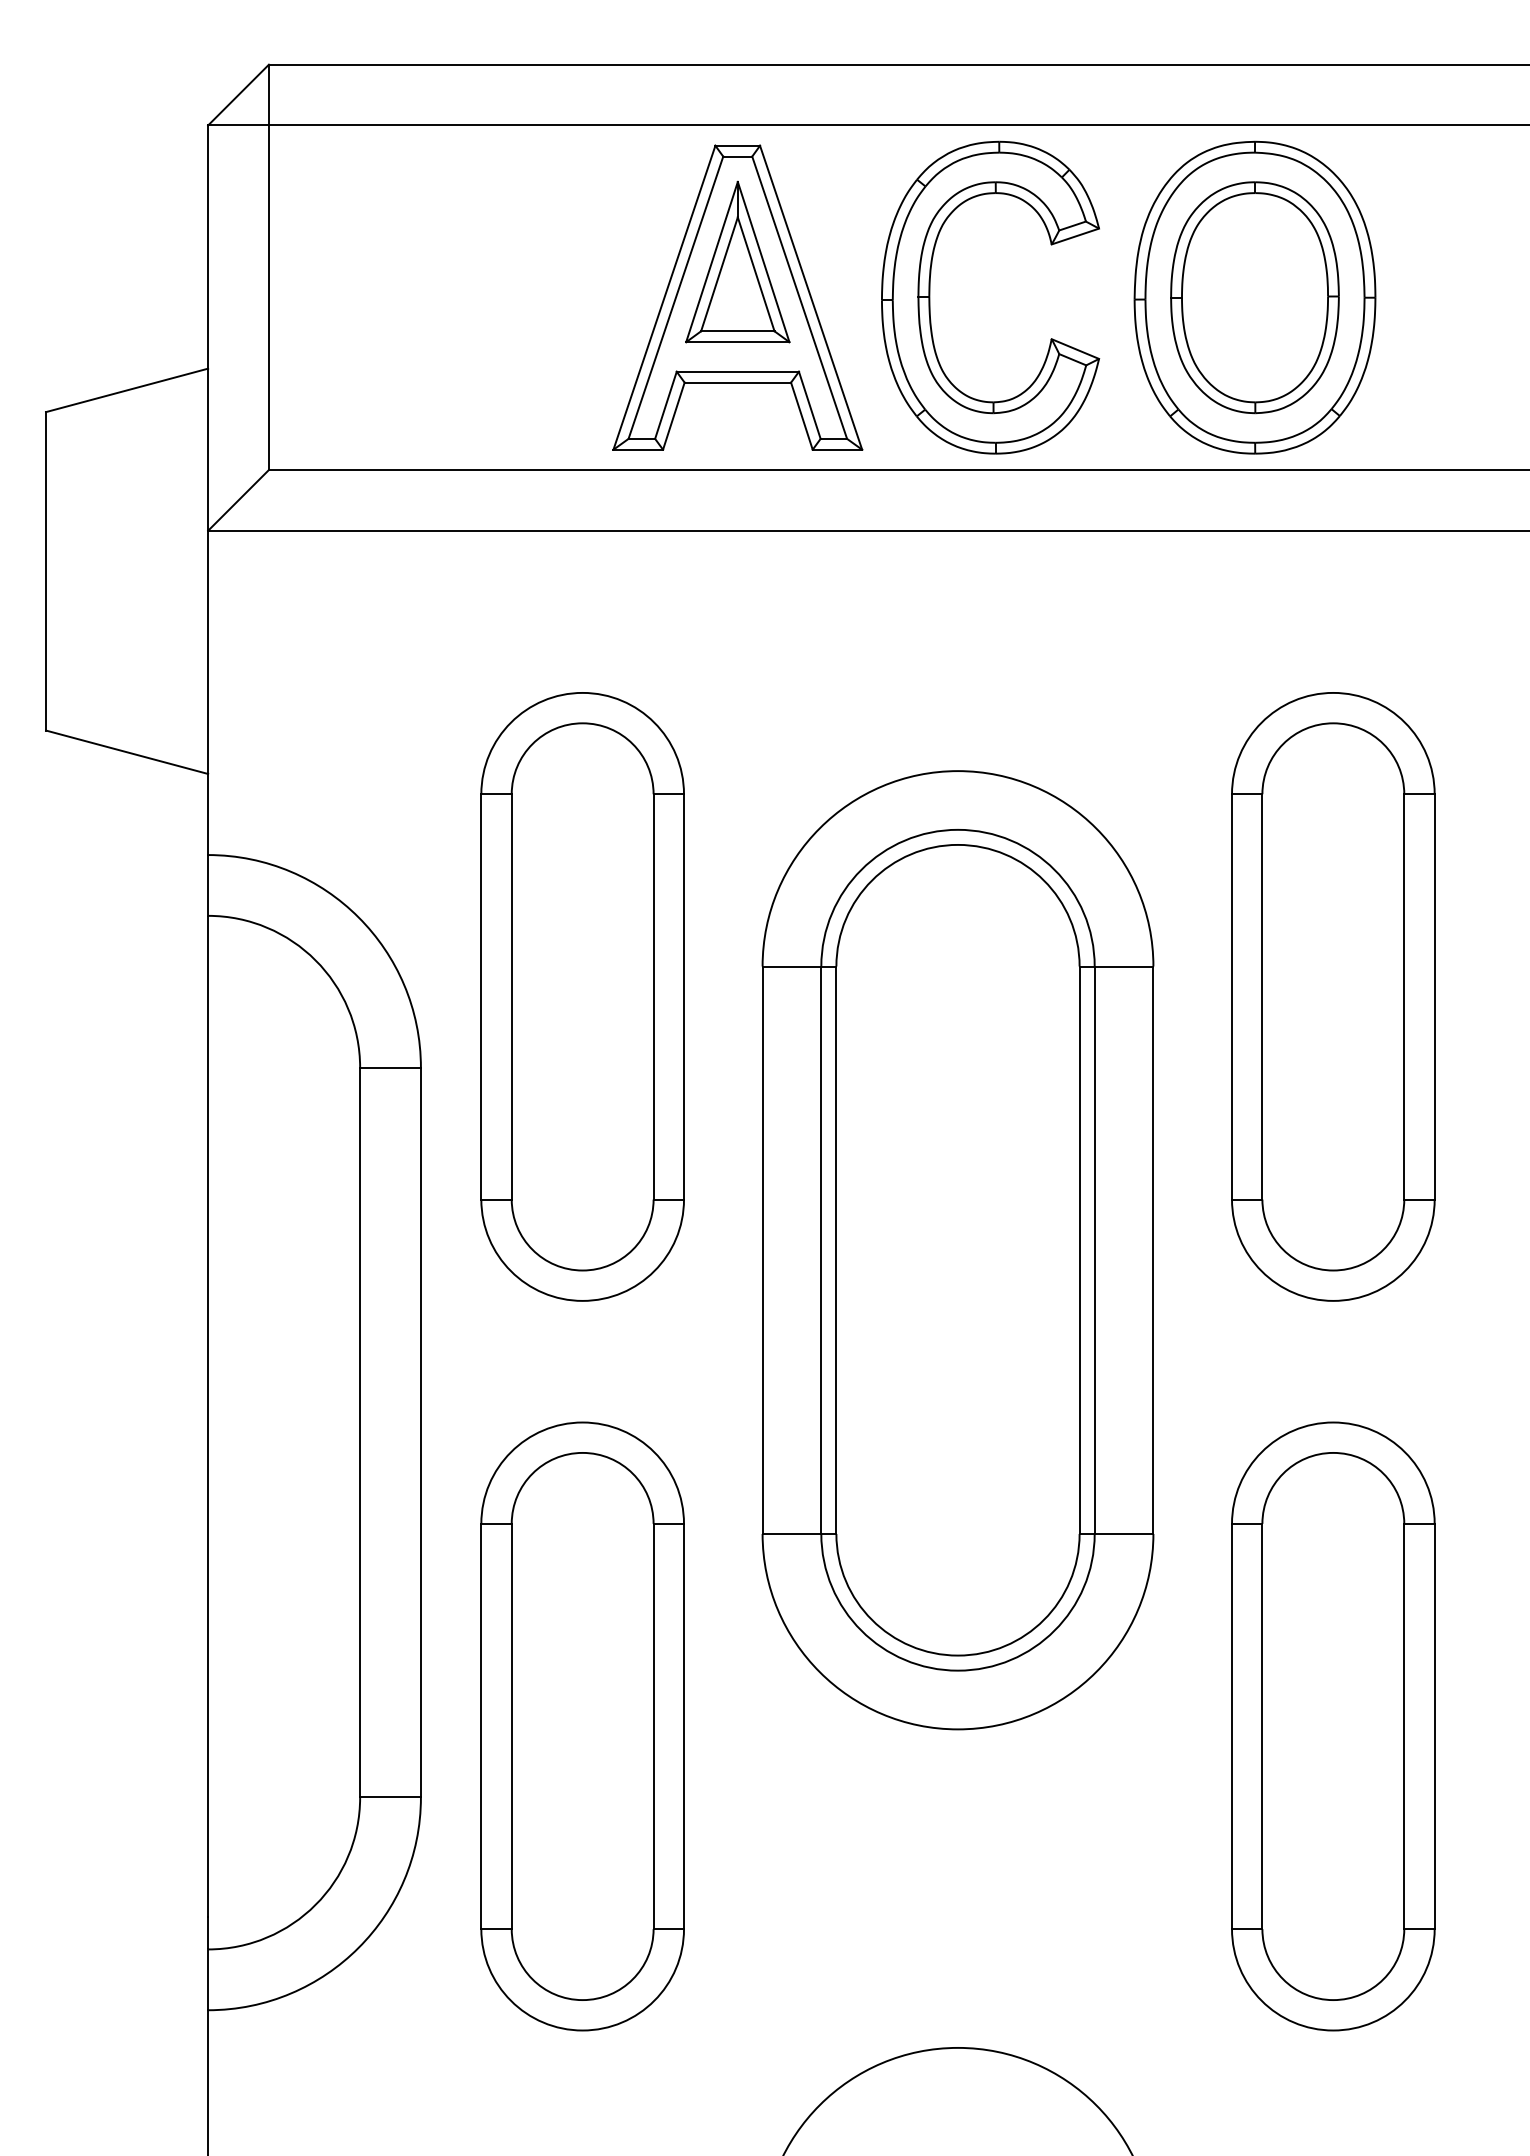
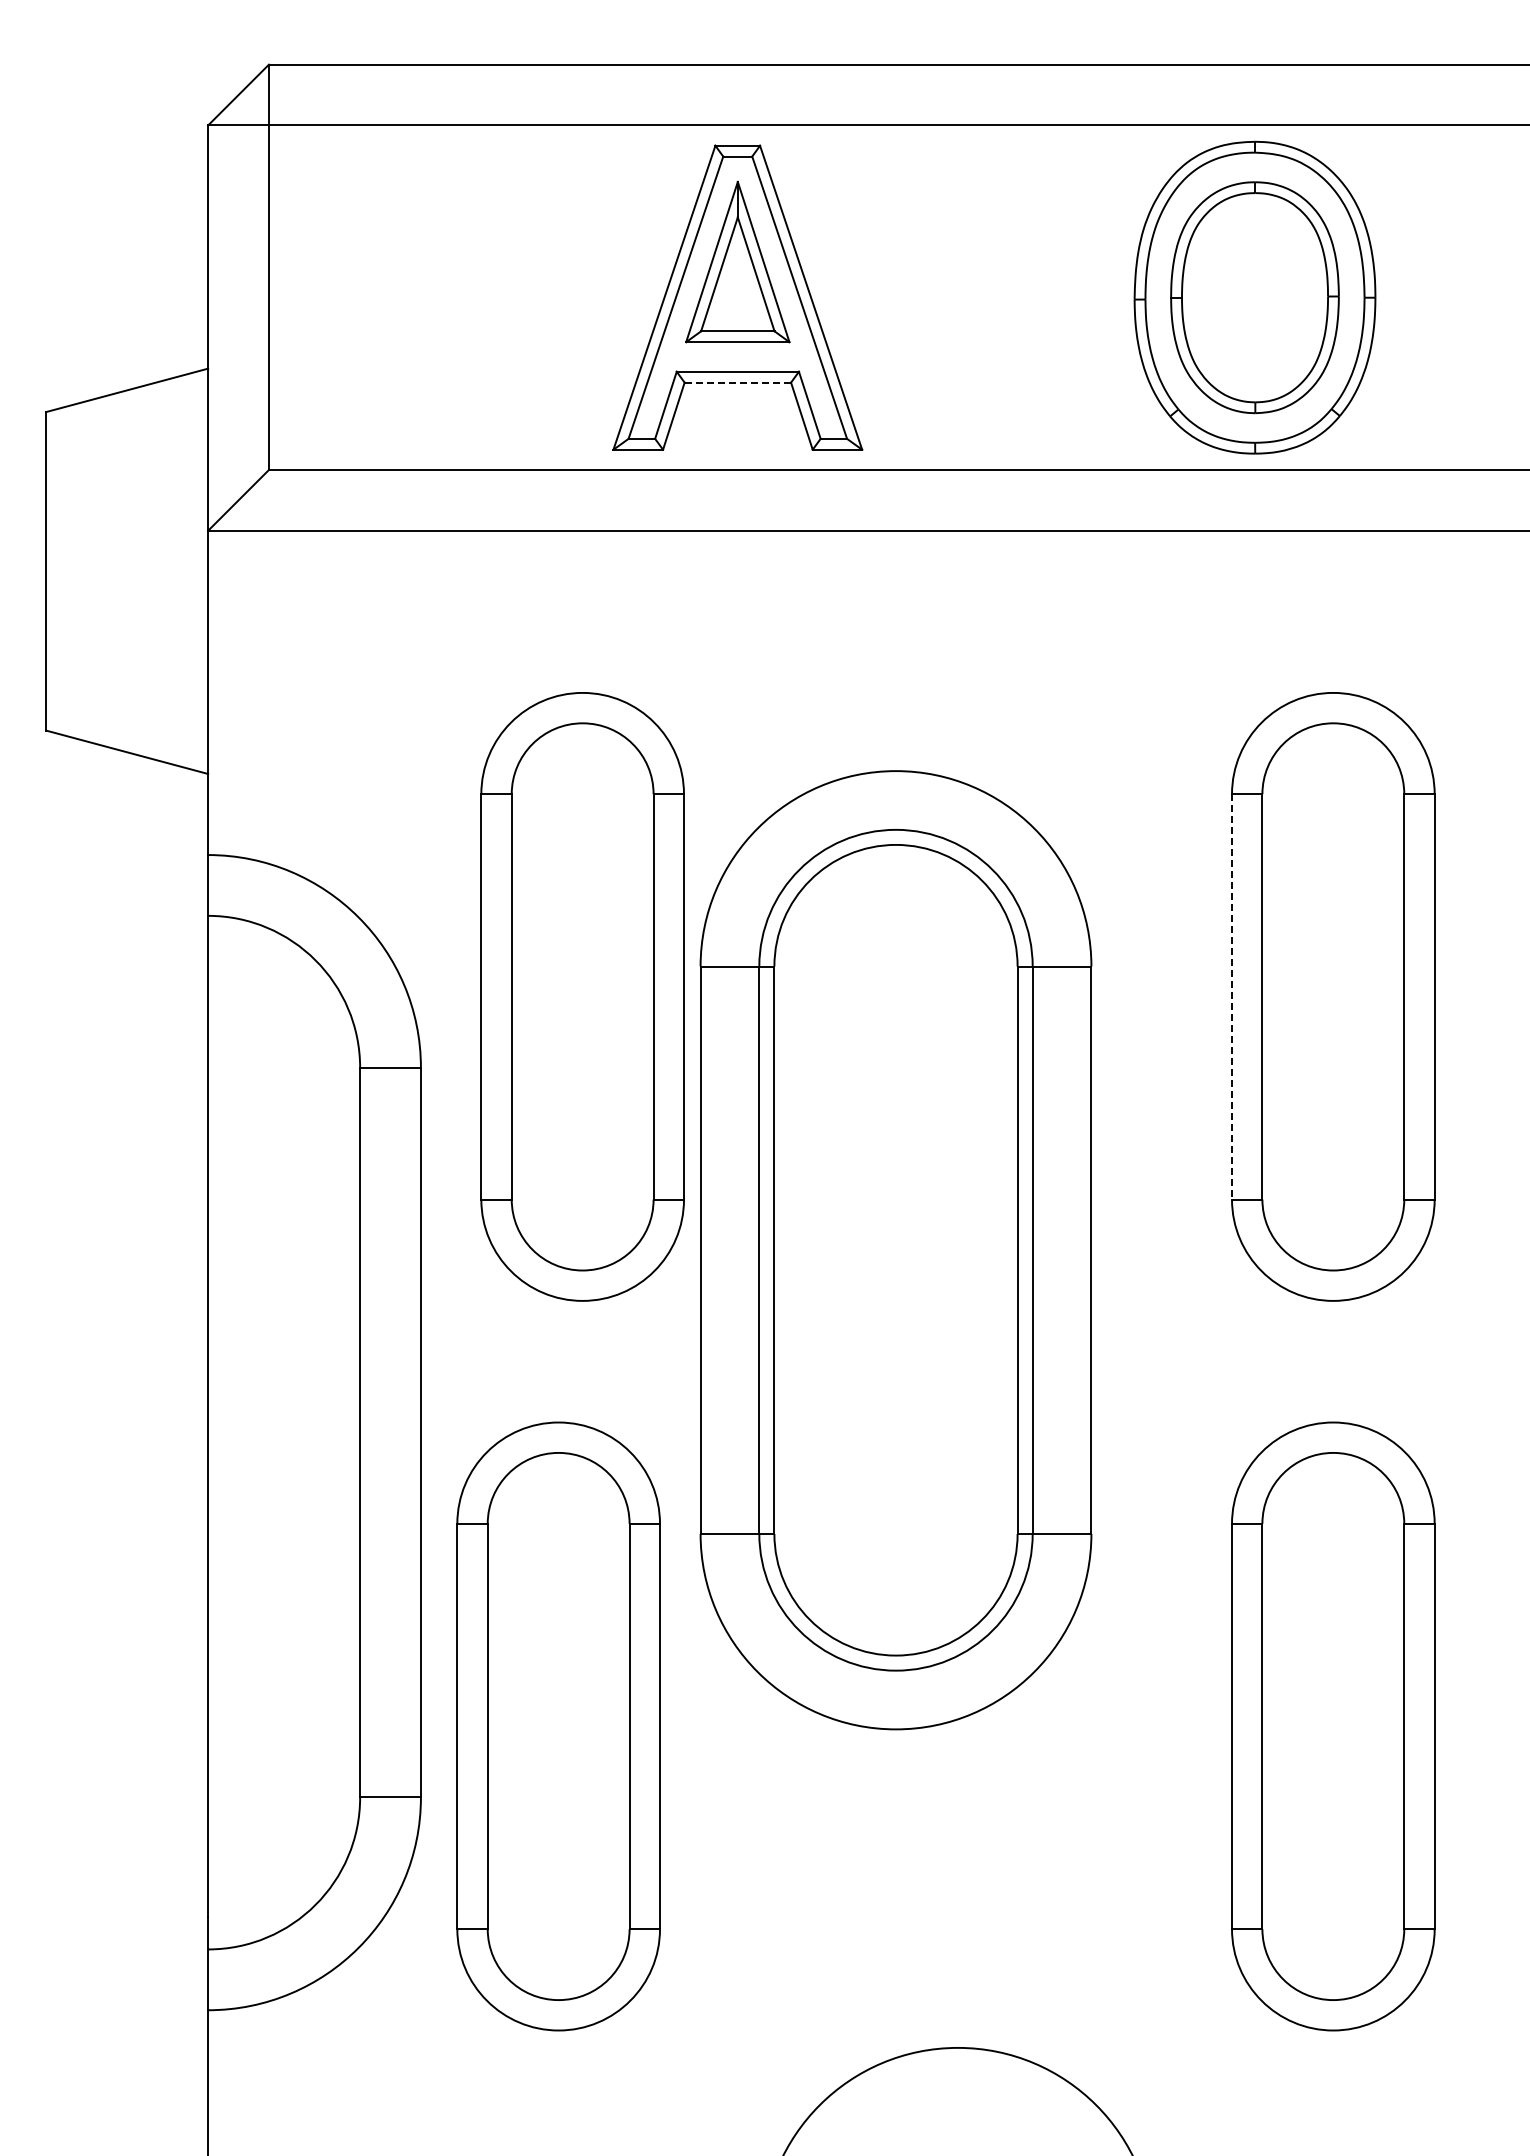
part at (930, 297): present -> none
line at (737, 382): solid -> dashed
line at (1232, 996): solid -> dashed
part at (957, 1250) position: (957, 1250) -> (895, 1250)
part at (582, 1726) position: (582, 1726) -> (558, 1726)
